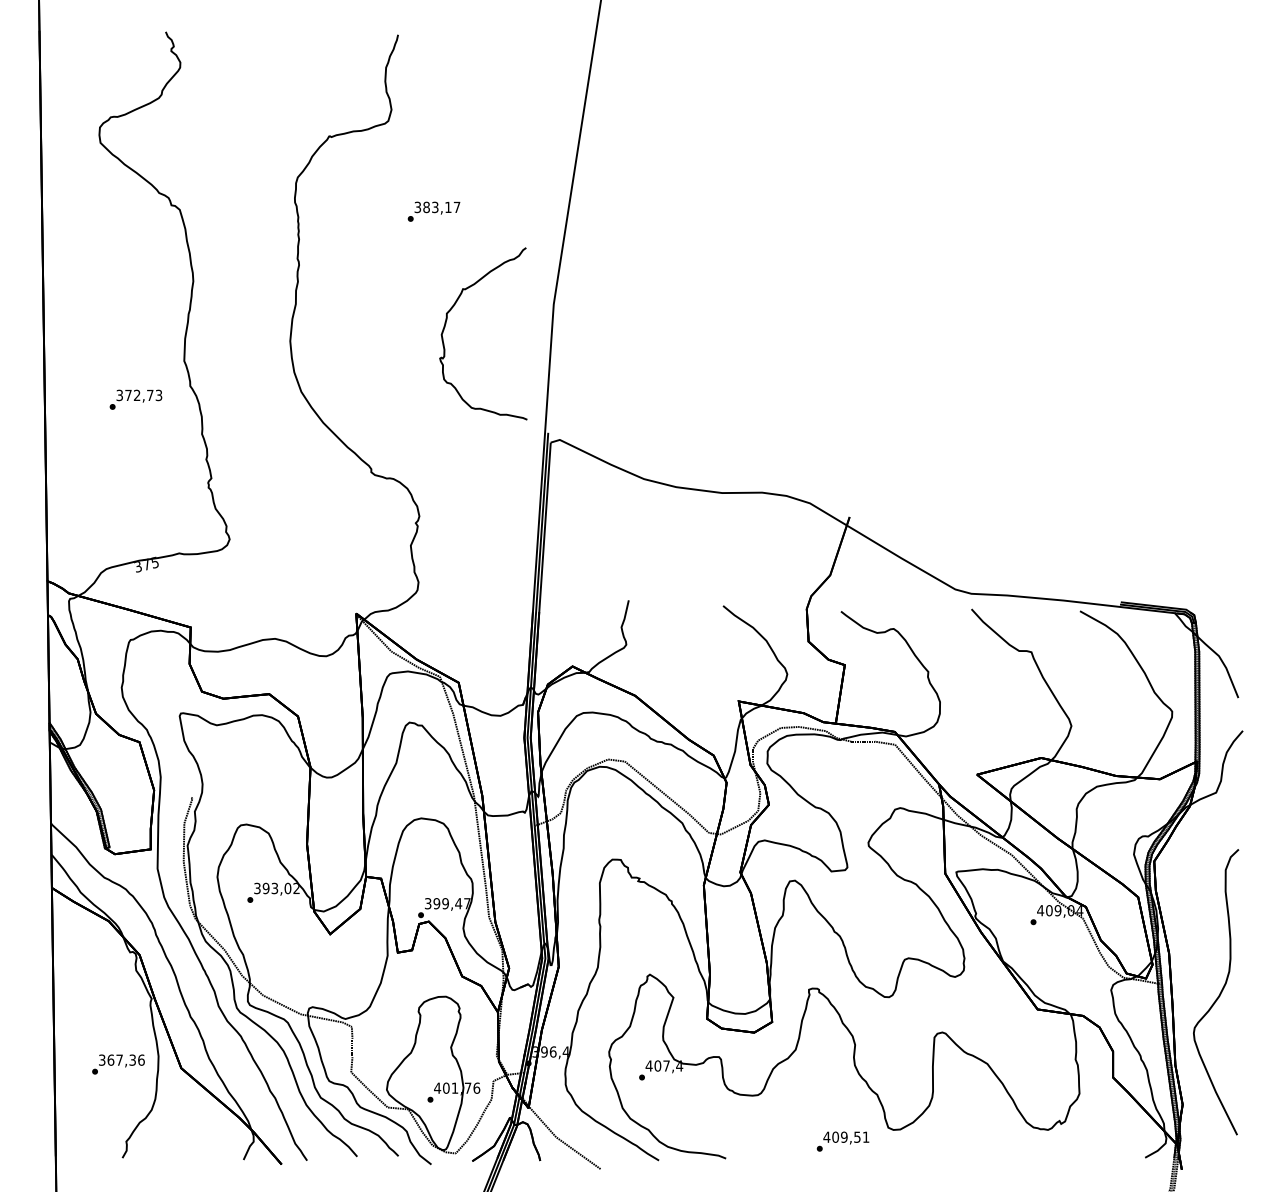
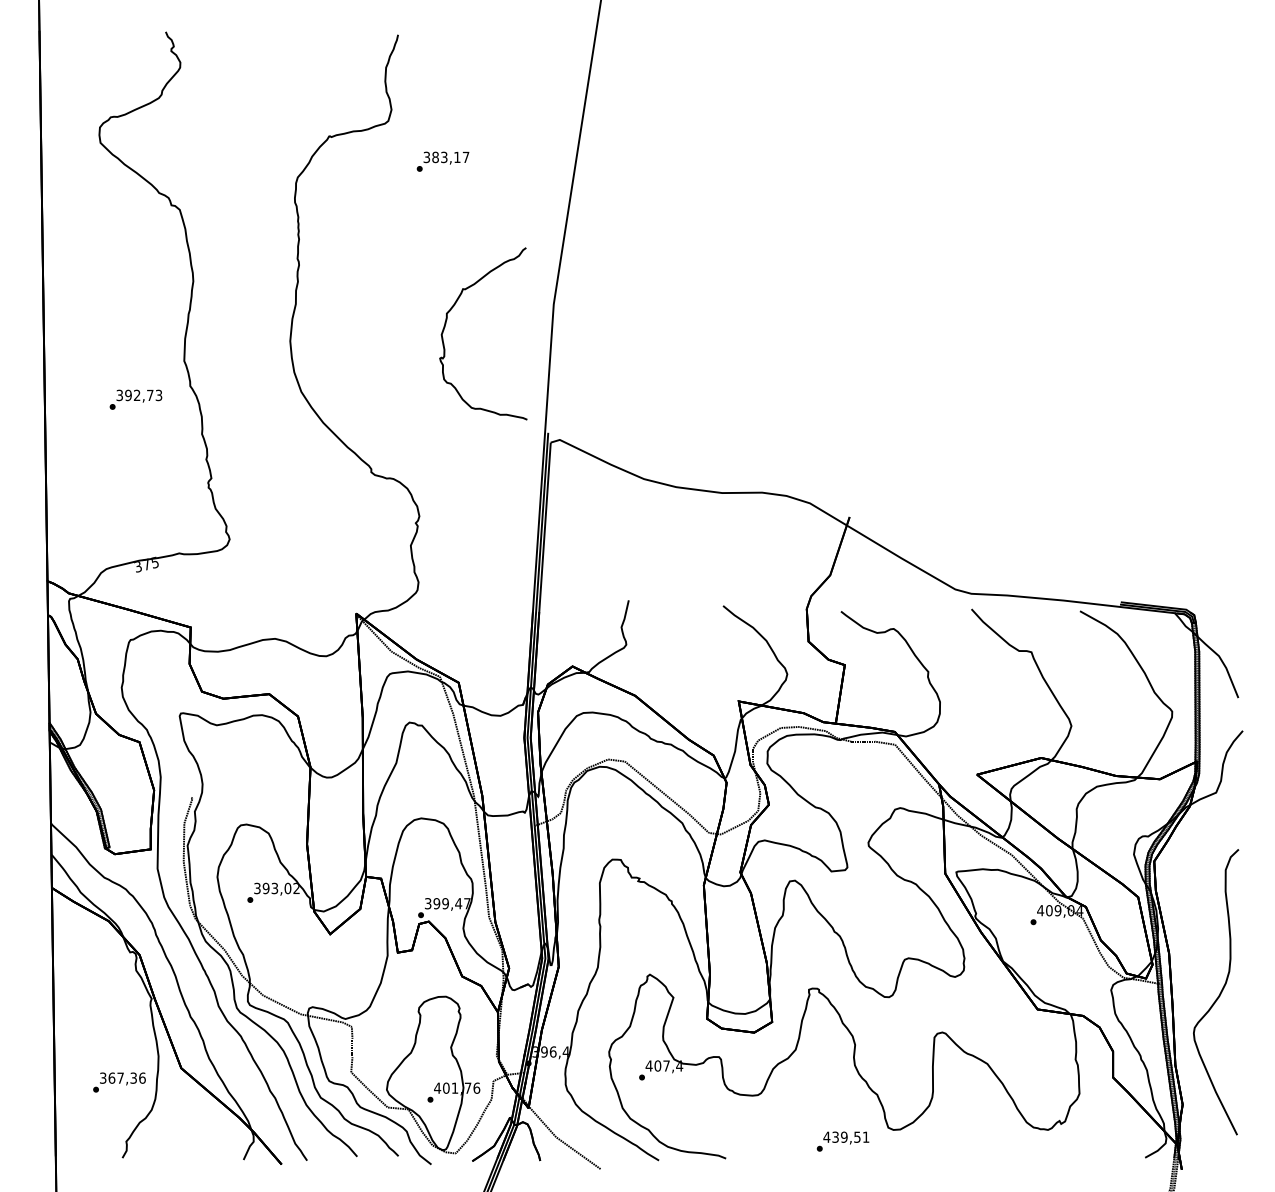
text at (433, 211) position: (433, 211) -> (442, 161)
text at (128, 395): 372,73 -> 392,73
text at (118, 1064) position: (118, 1064) -> (119, 1082)
text at (835, 1136): 409,51 -> 439,51
